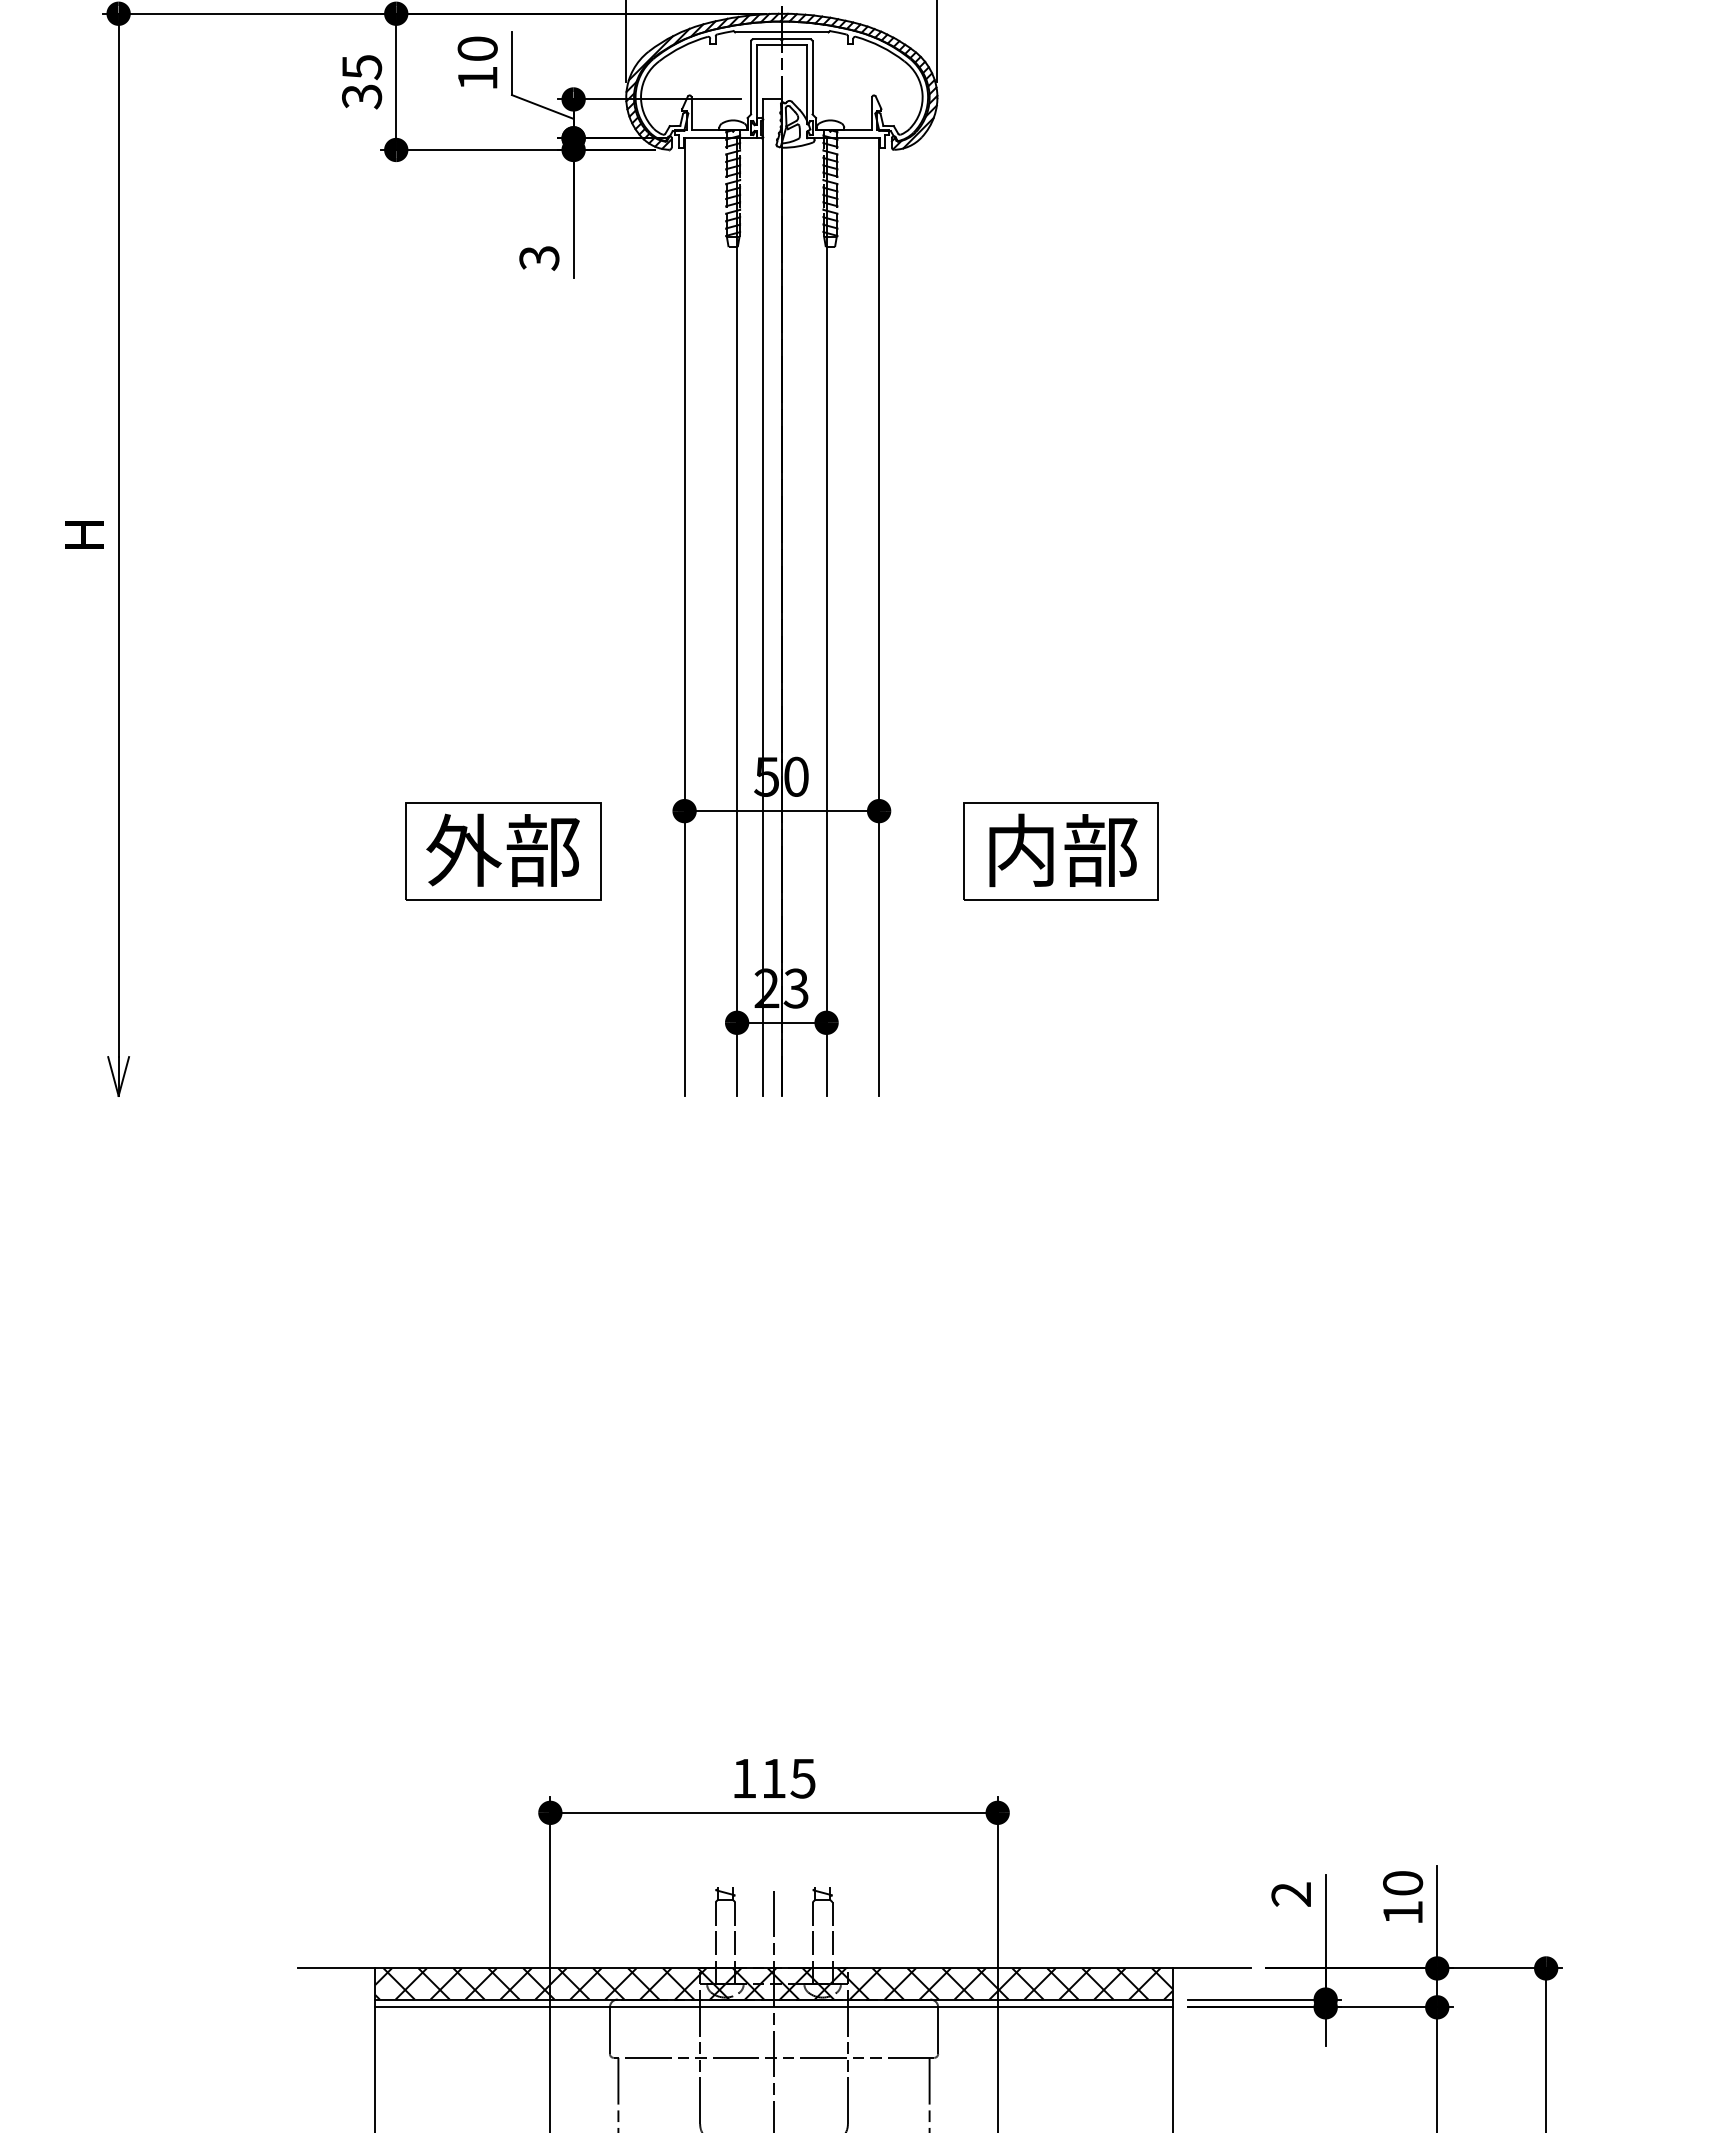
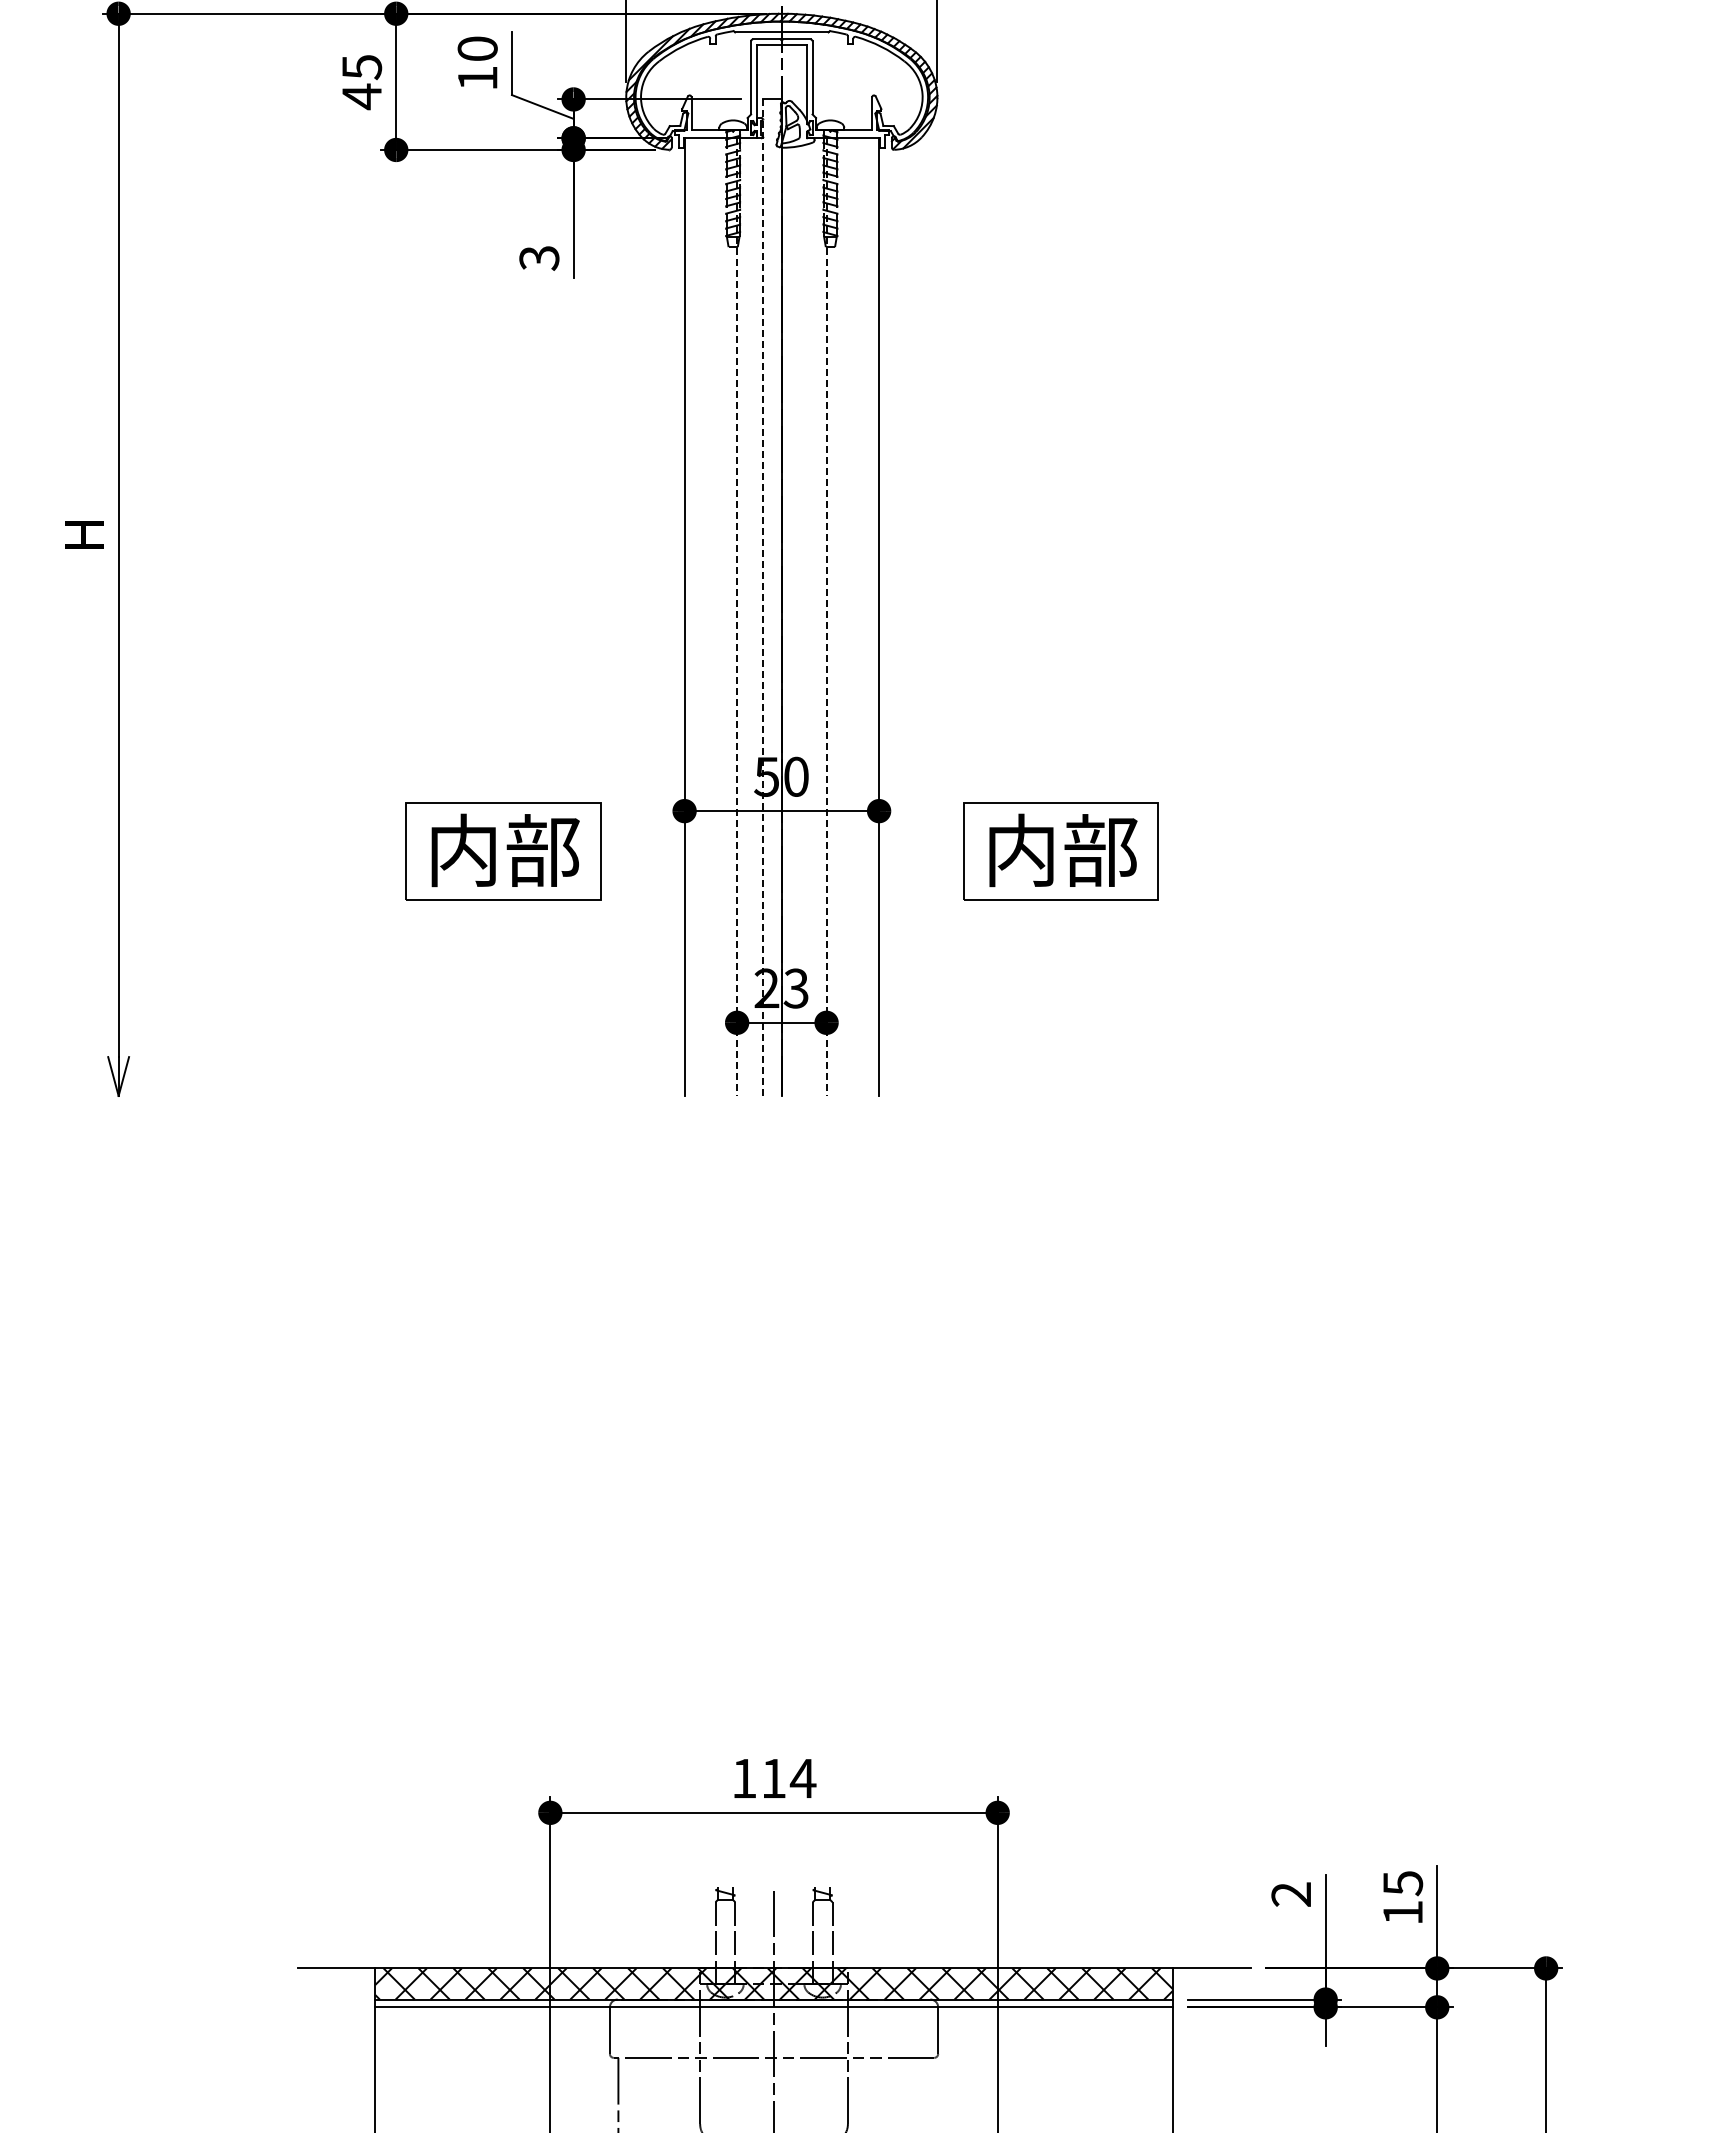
text at (362, 96): 35 -> 45
line at (762, 597): solid -> dashed
line at (737, 617): solid -> dashed
line at (826, 617): solid -> dashed
text at (463, 850): 外部 -> 内部
text at (802, 1778): 115 -> 114
text at (1403, 1883): 10 -> 15
line at (929, 2093): present -> none
